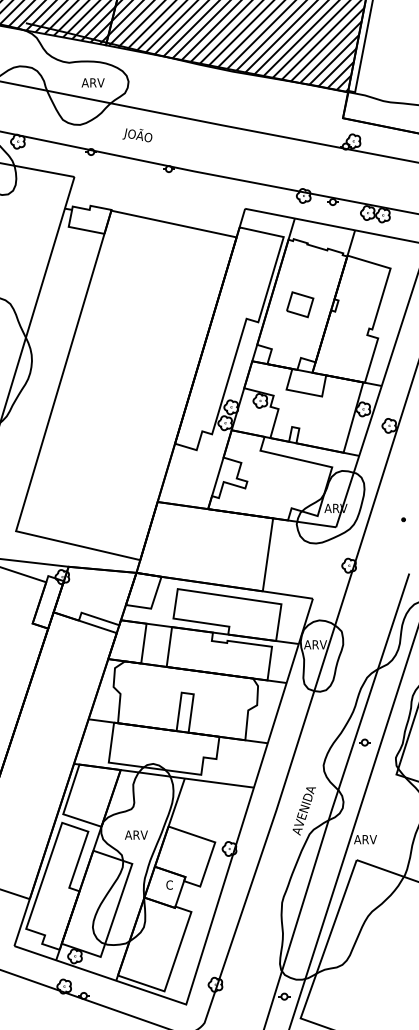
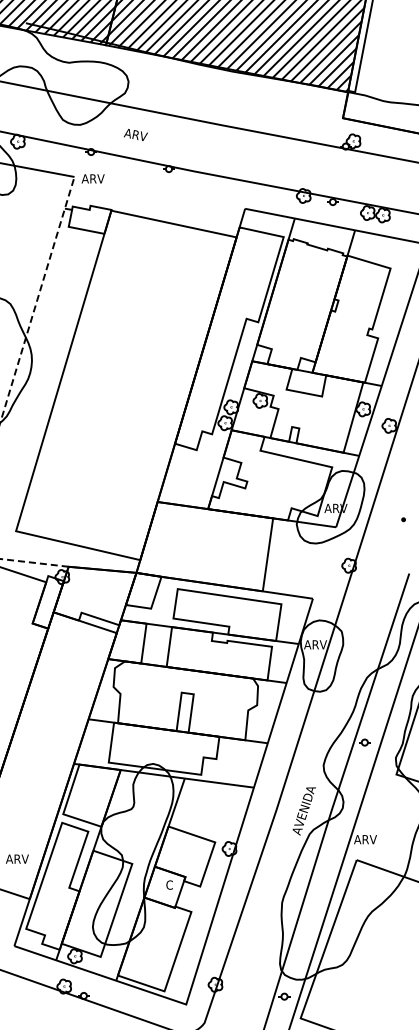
text at (92, 82) position: (92, 82) -> (92, 178)
text at (137, 135): JOÃO -> ARV
line at (37, 299): solid -> dashed
part at (300, 304): present -> none
line at (34, 562): solid -> dashed
text at (136, 834) position: (136, 834) -> (17, 858)
